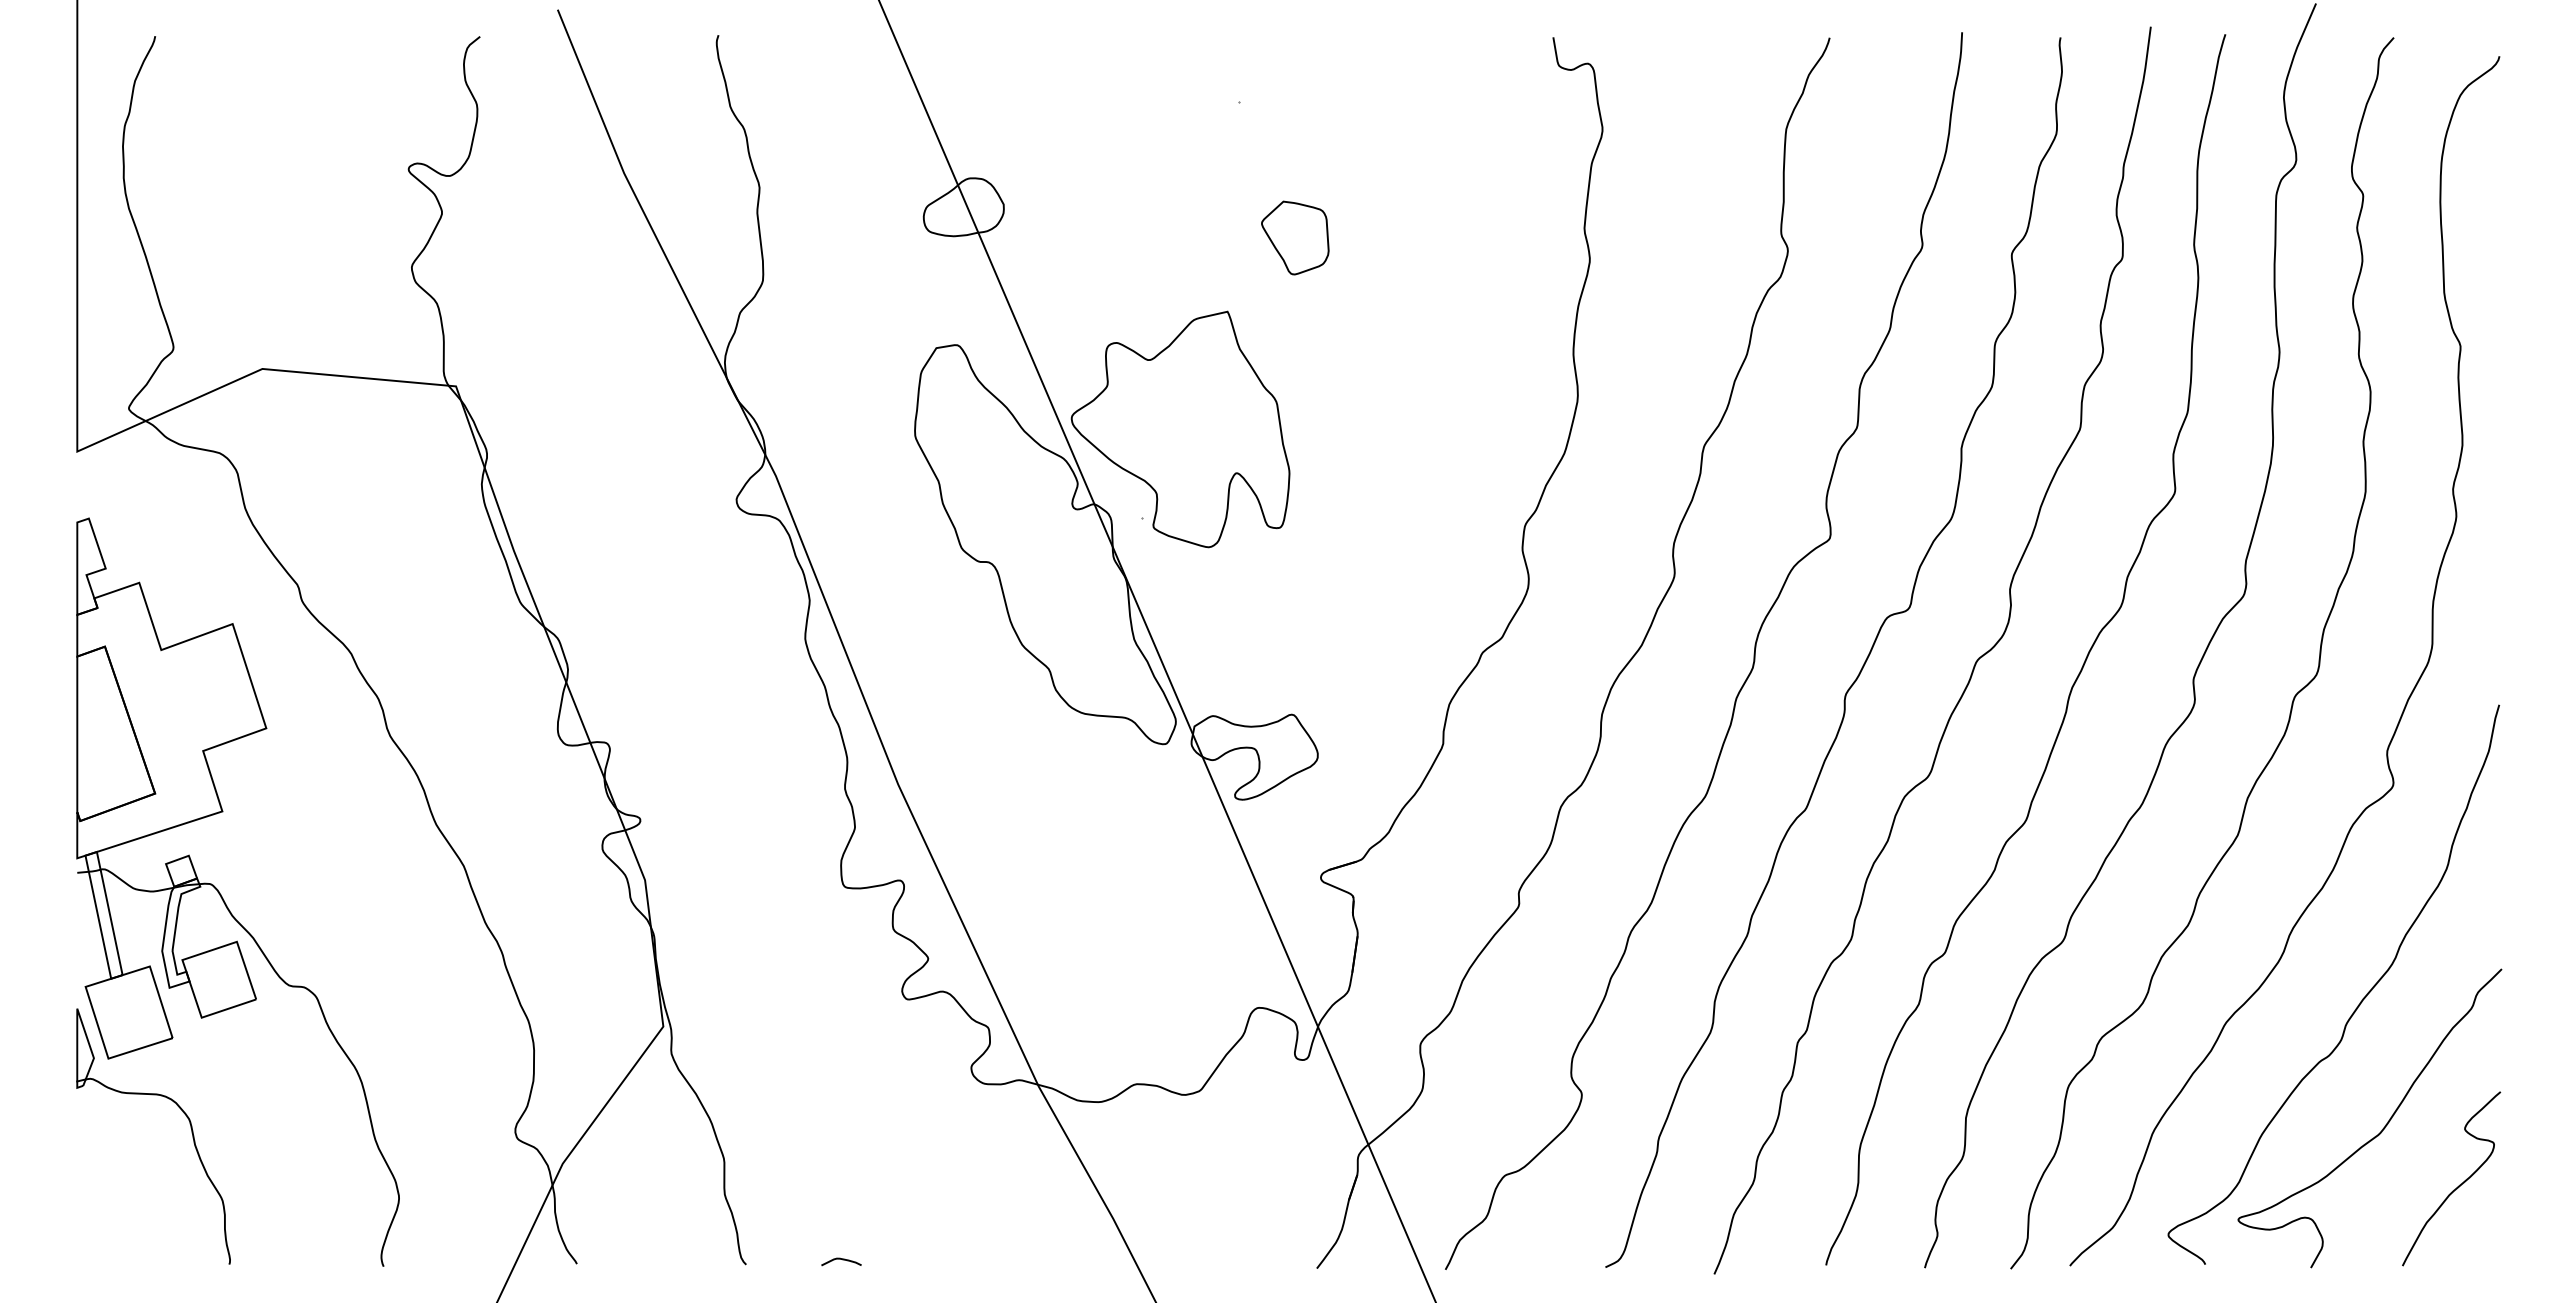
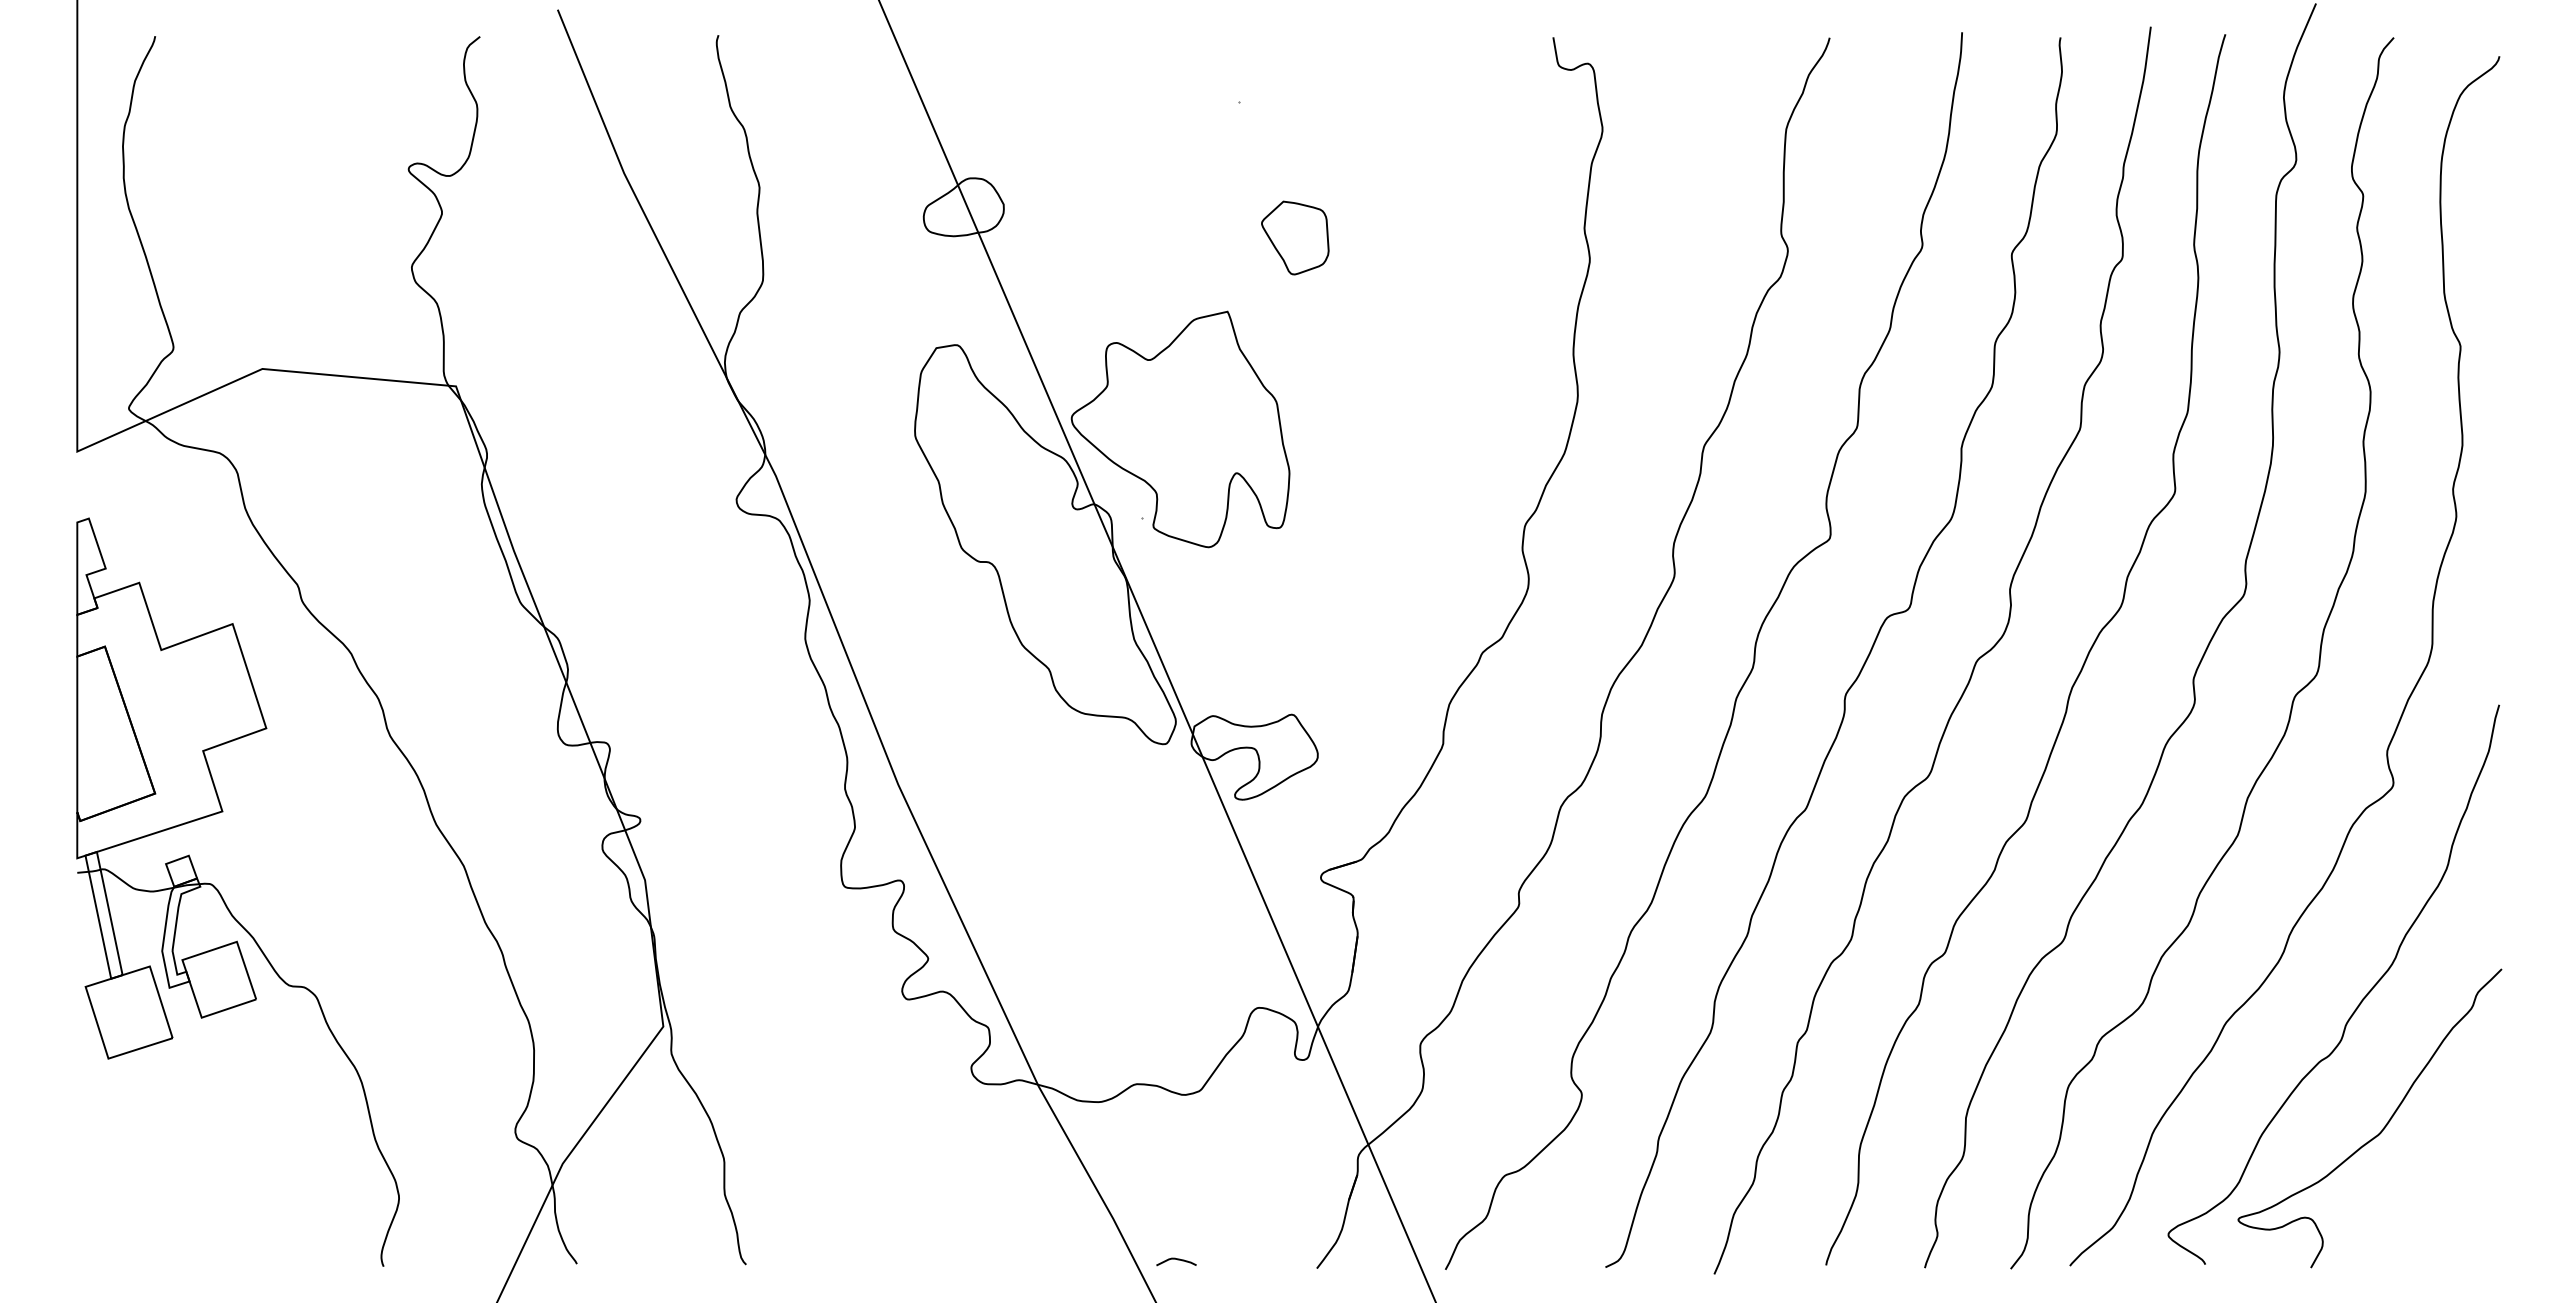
part at (183, 1113): present -> none
curve at (2458, 1185): present -> none
curve at (842, 1260) position: (842, 1260) -> (1177, 1260)
